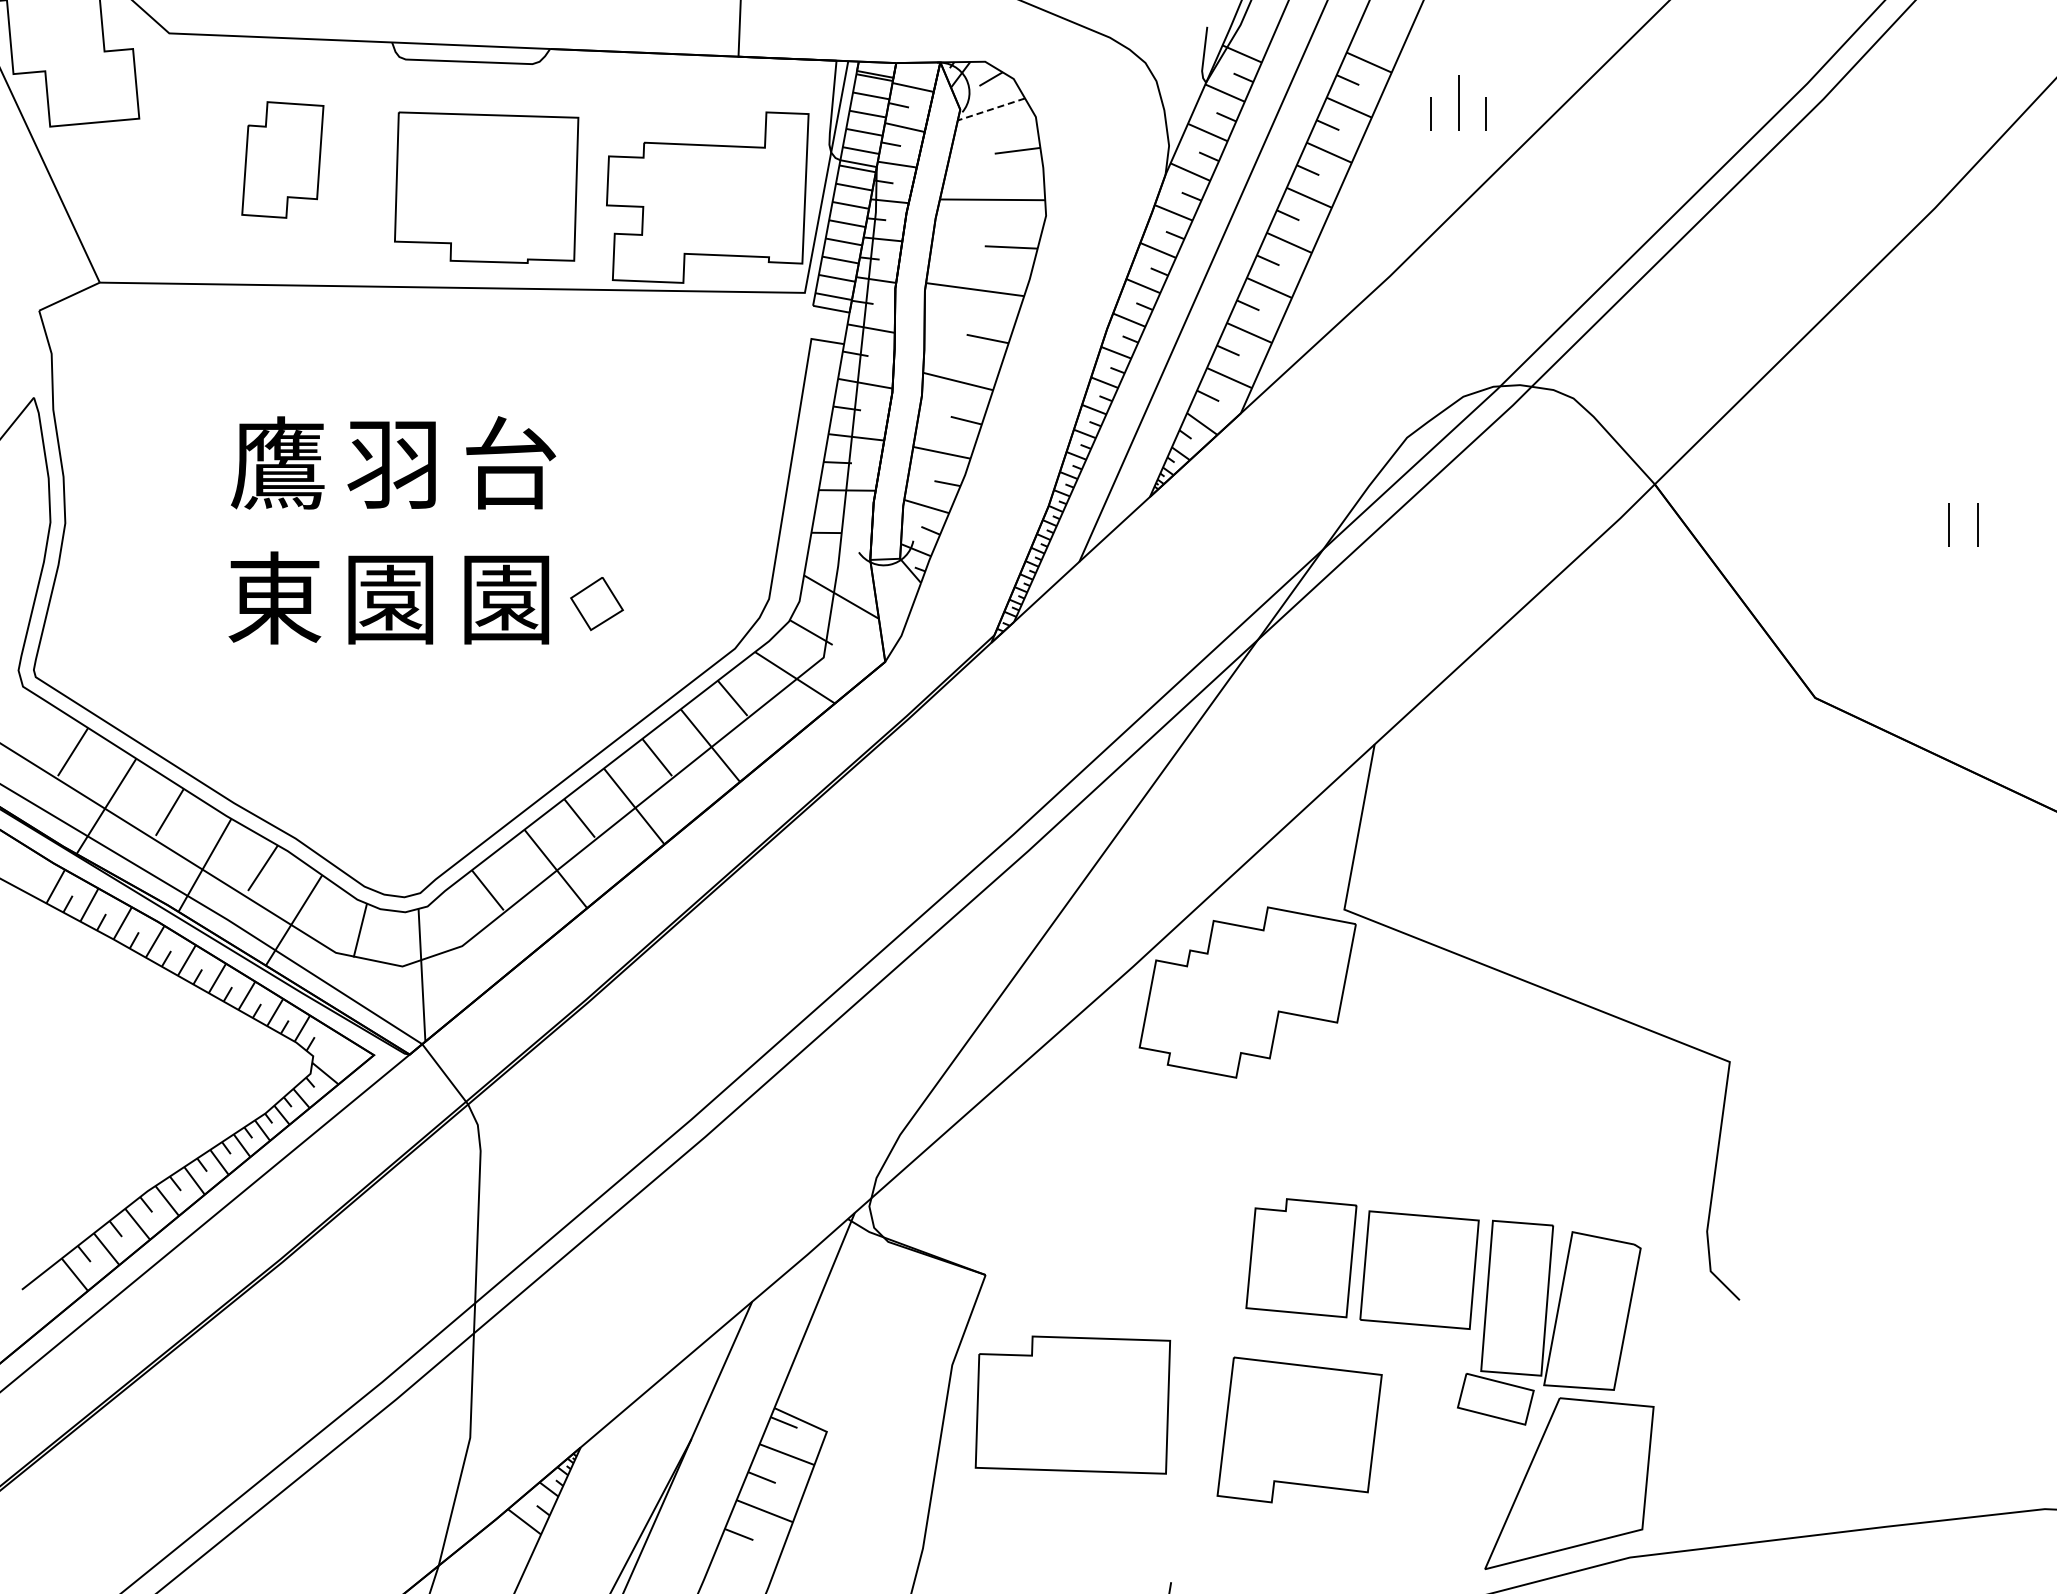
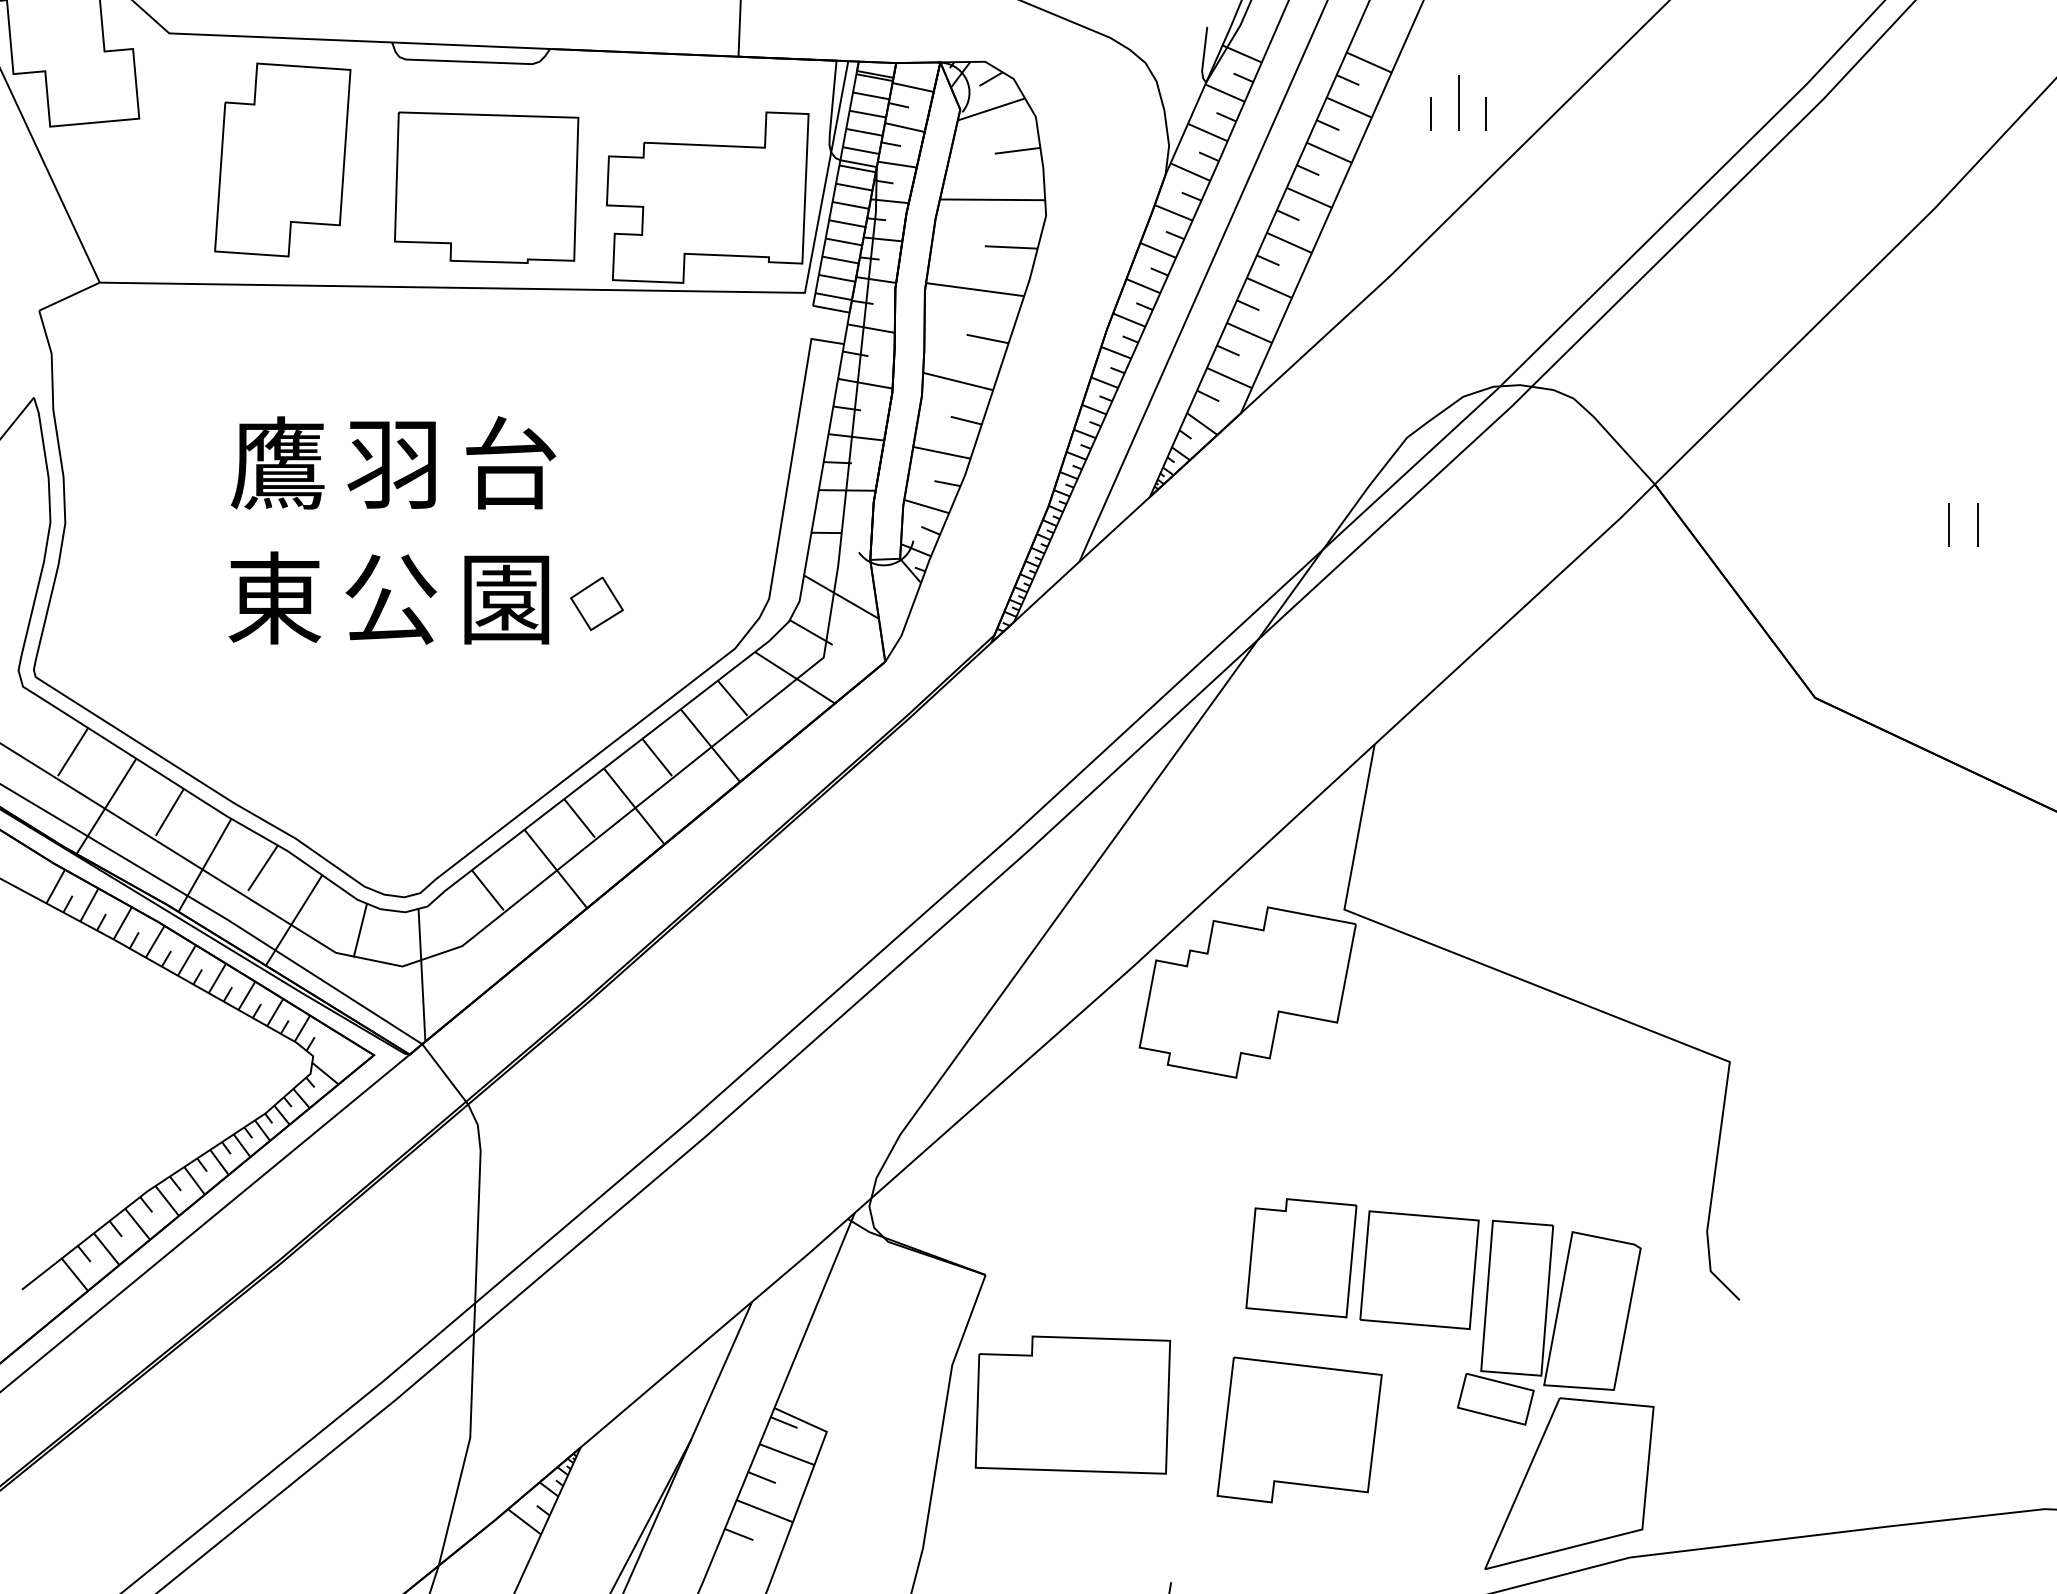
line at (991, 109): dashed -> solid
part at (282, 159) size: 84x118 px -> 138x196 px
text at (390, 599): 園 -> 公
